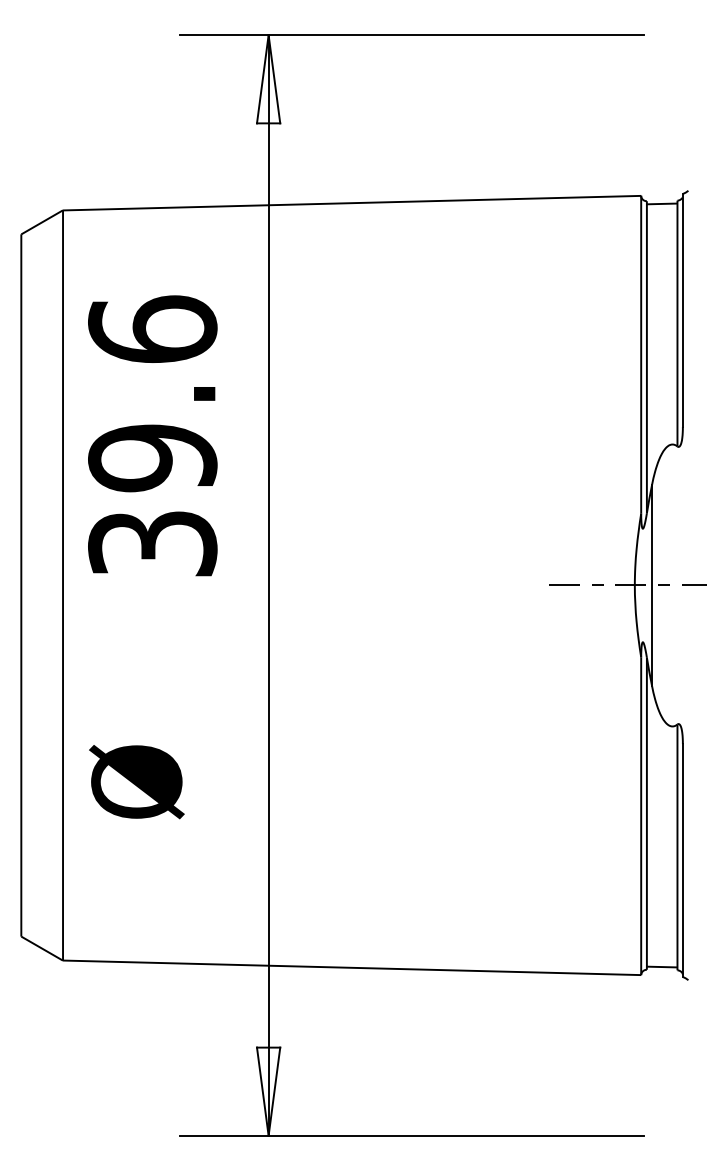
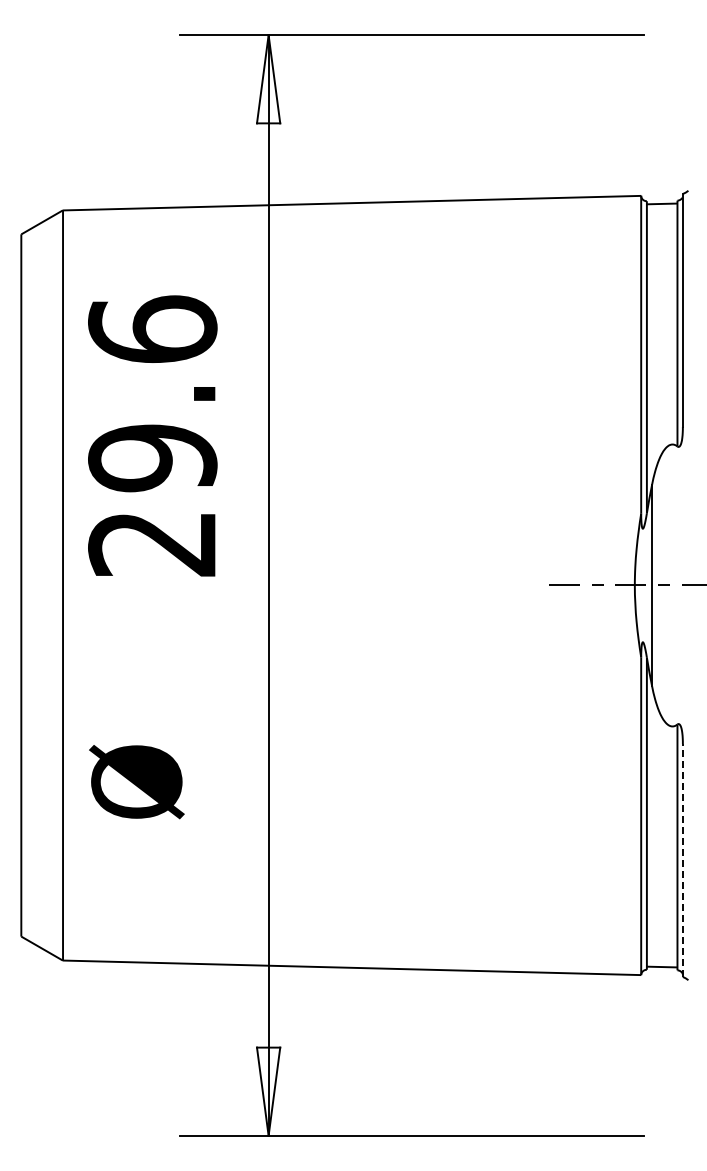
text at (152, 543): 39.6 -> 29.6
line at (682, 859): solid -> dashed
